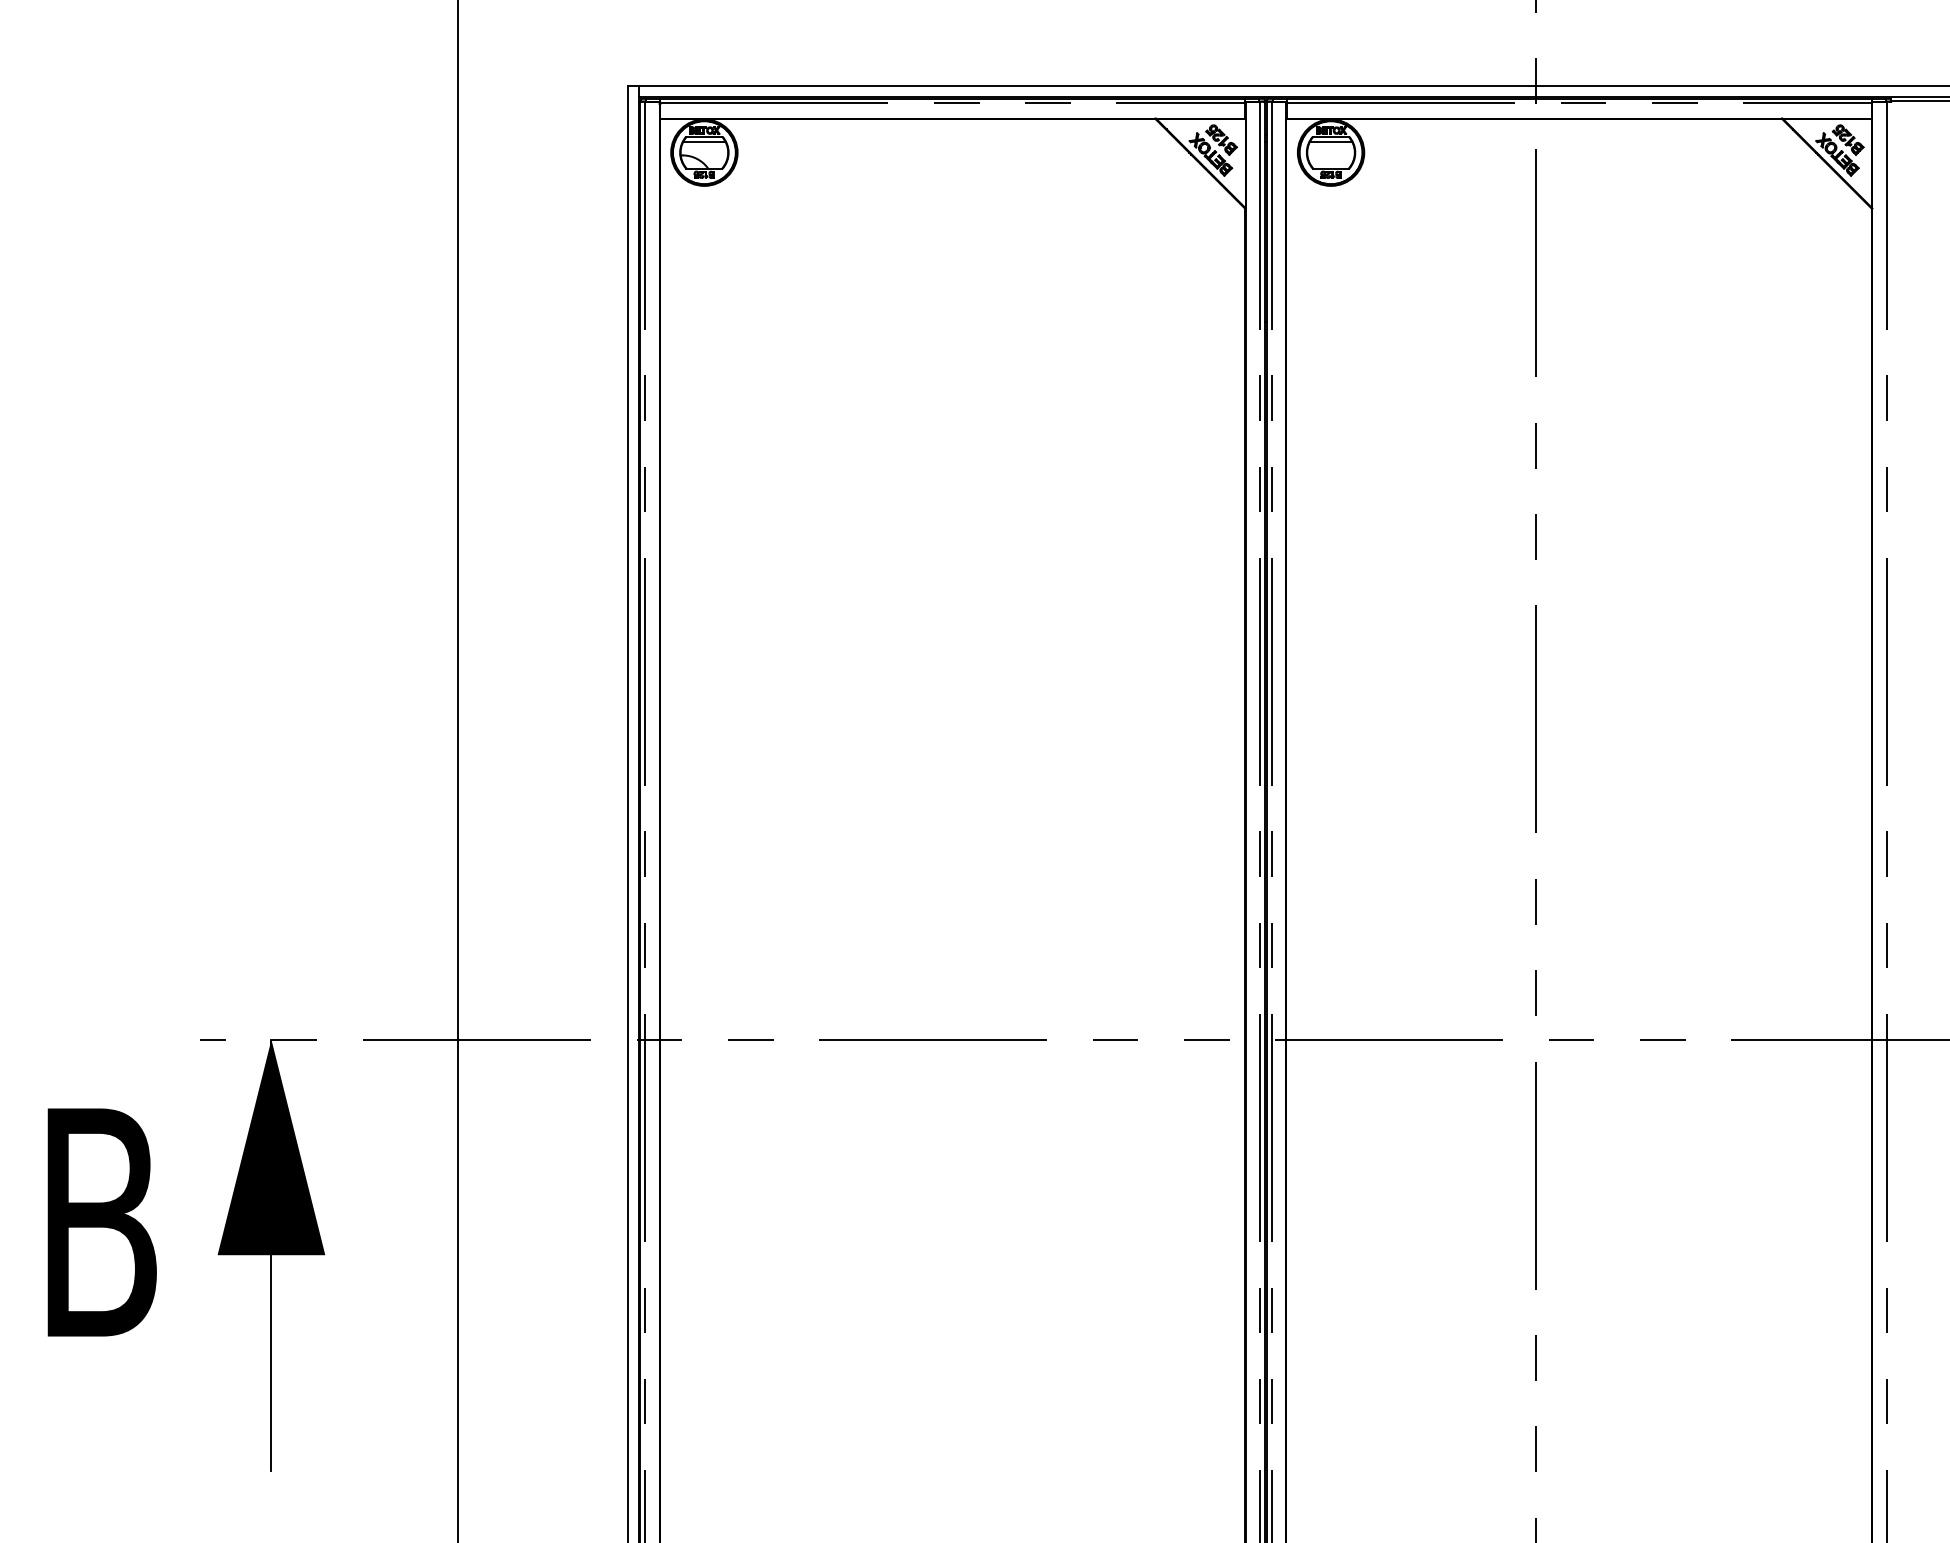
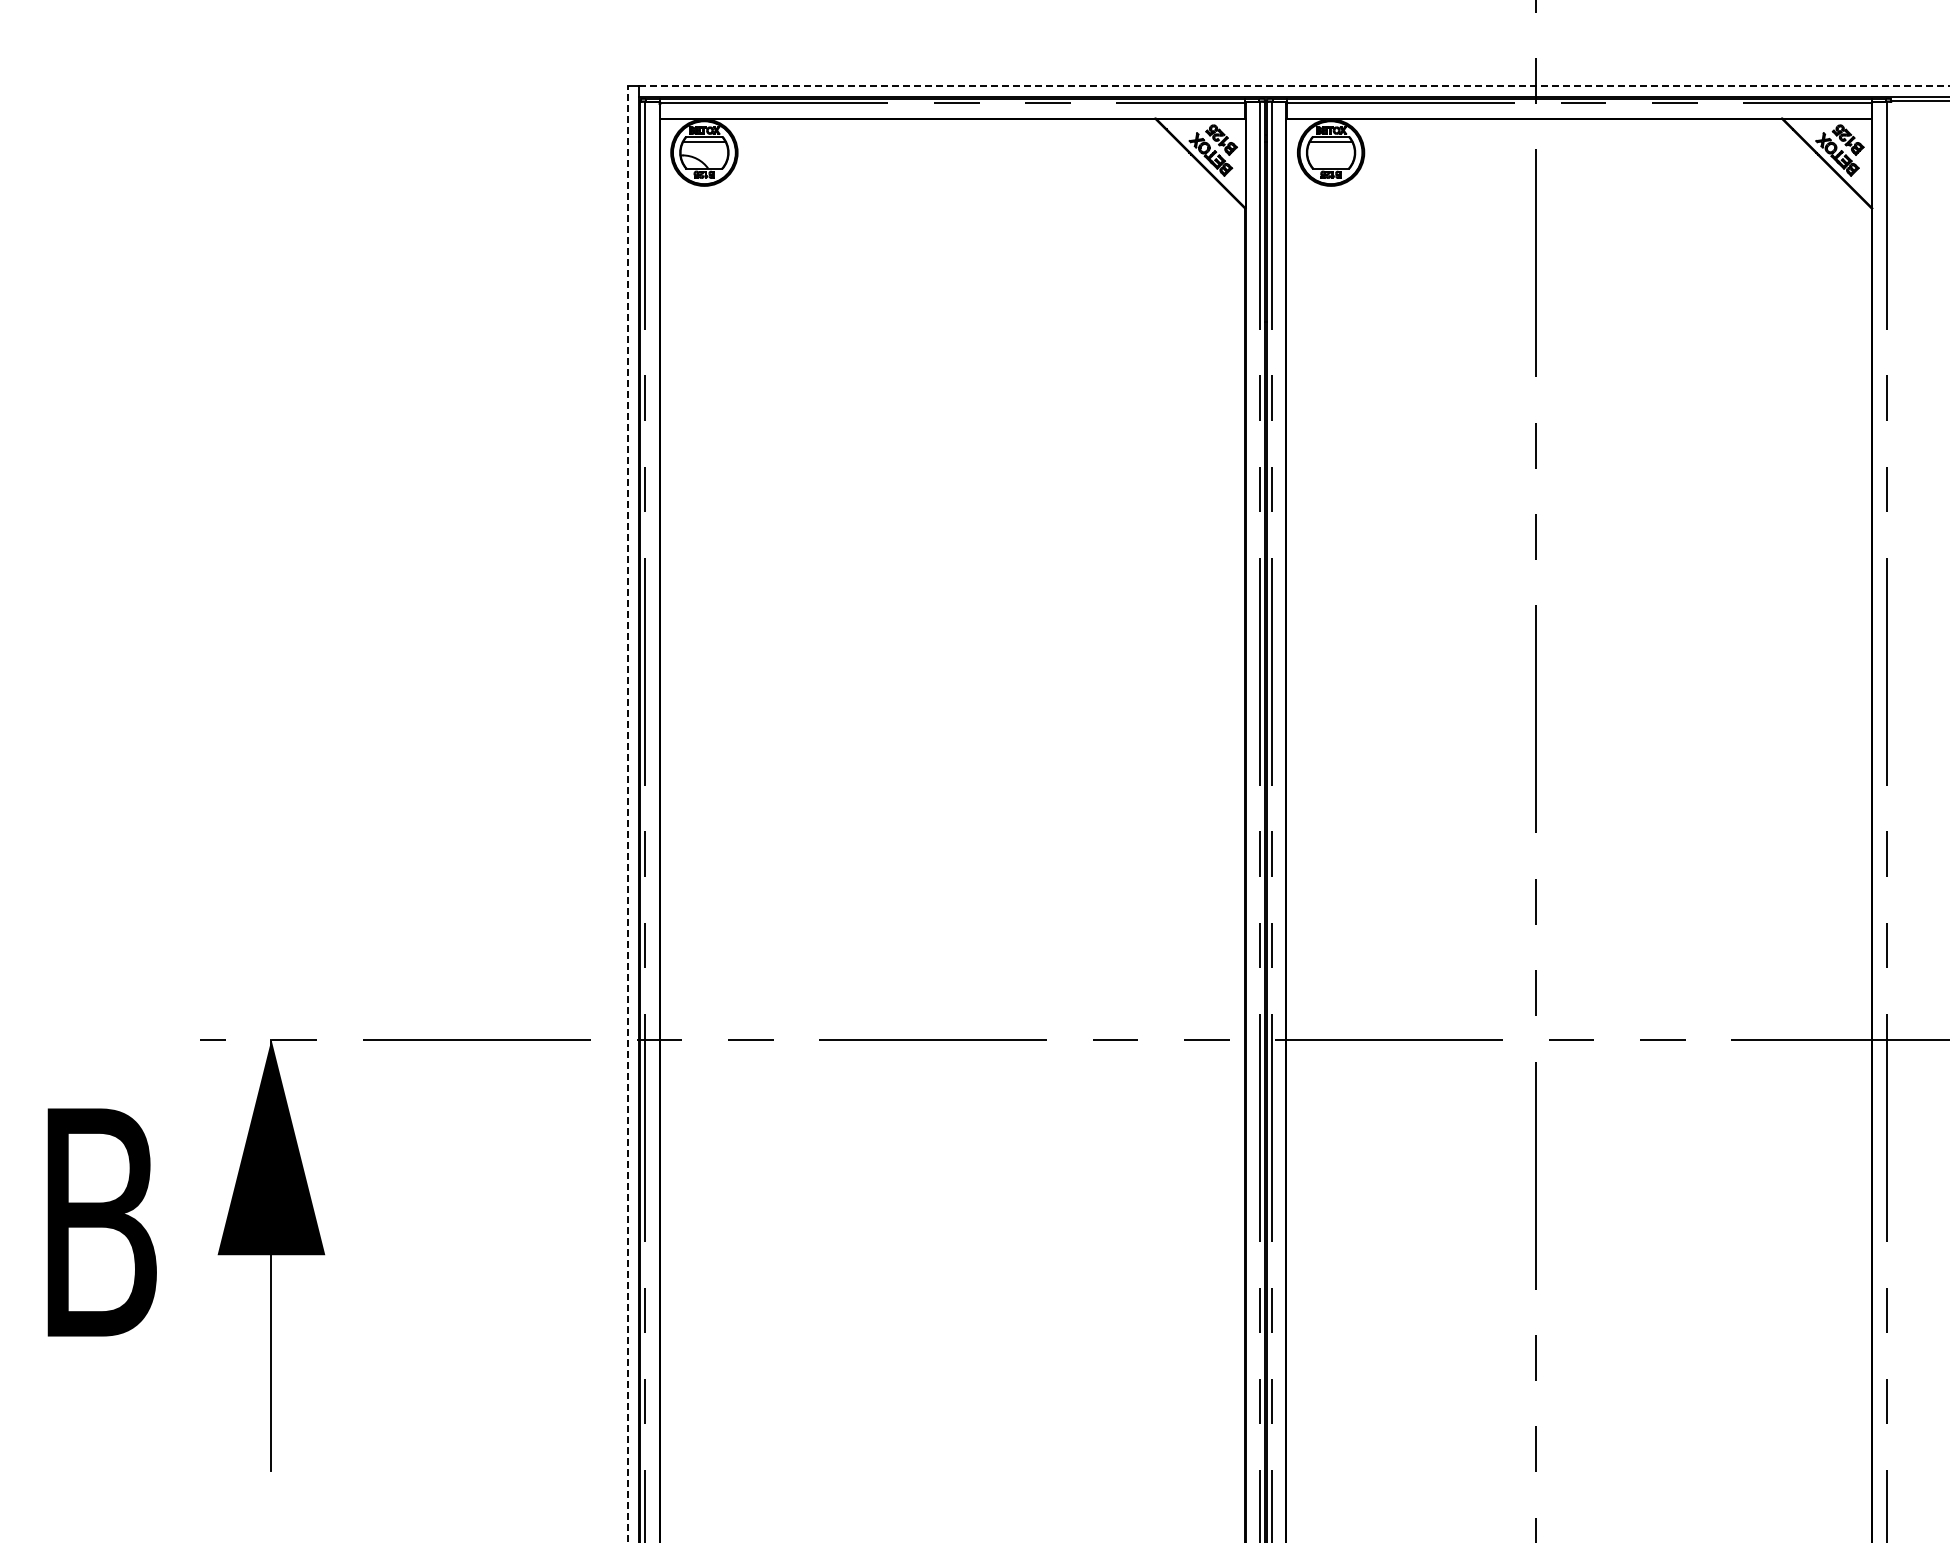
line at (1294, 86): solid -> dashed
line at (458, 770): present -> none
line at (627, 814): solid -> dashed
